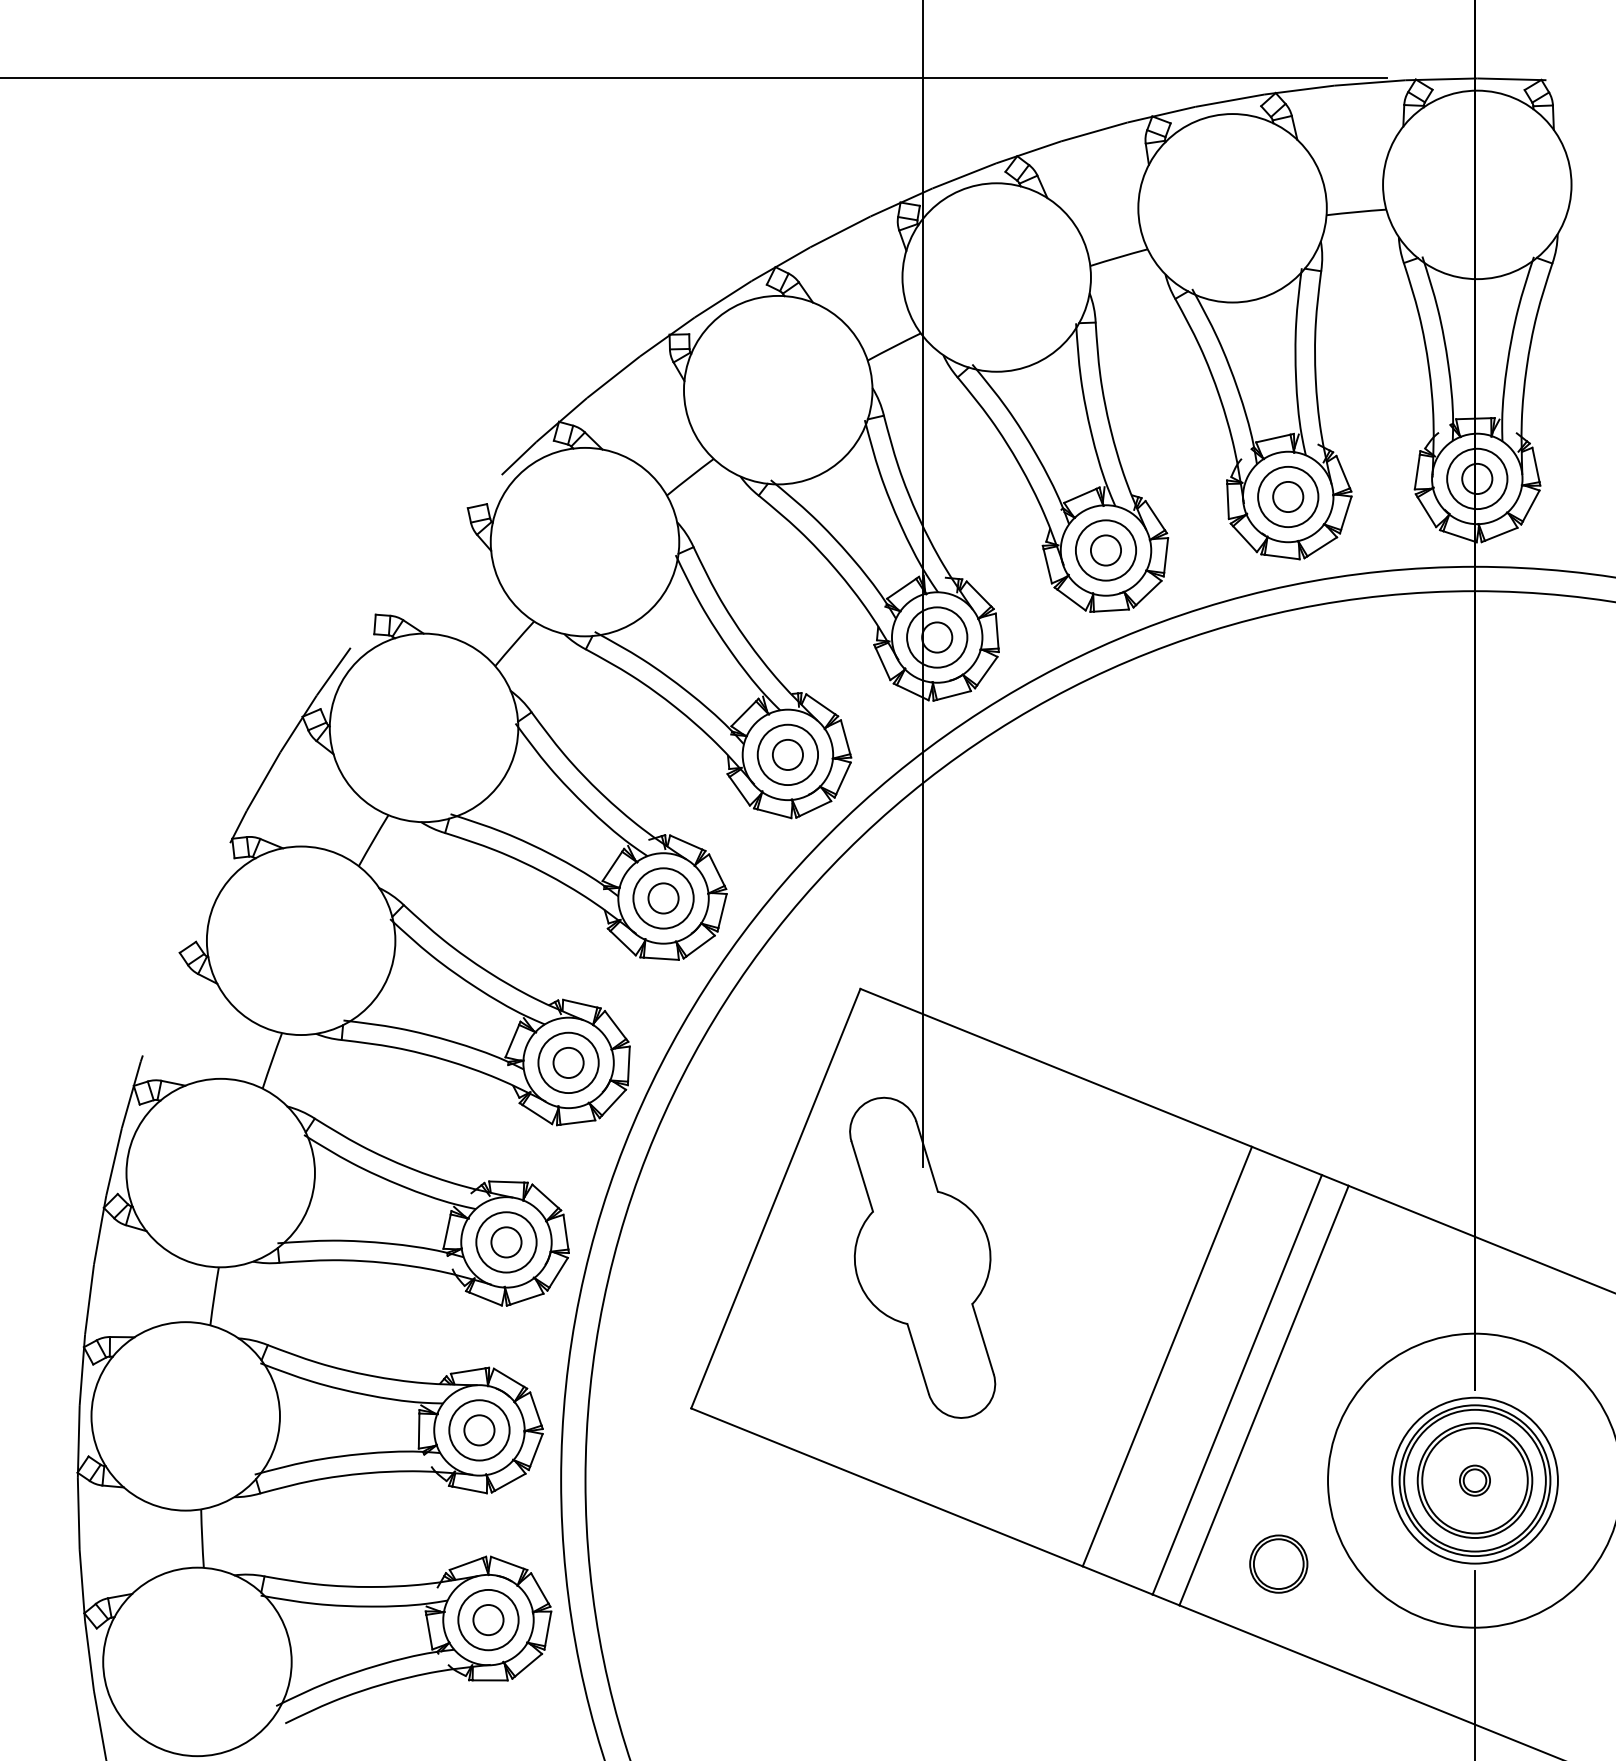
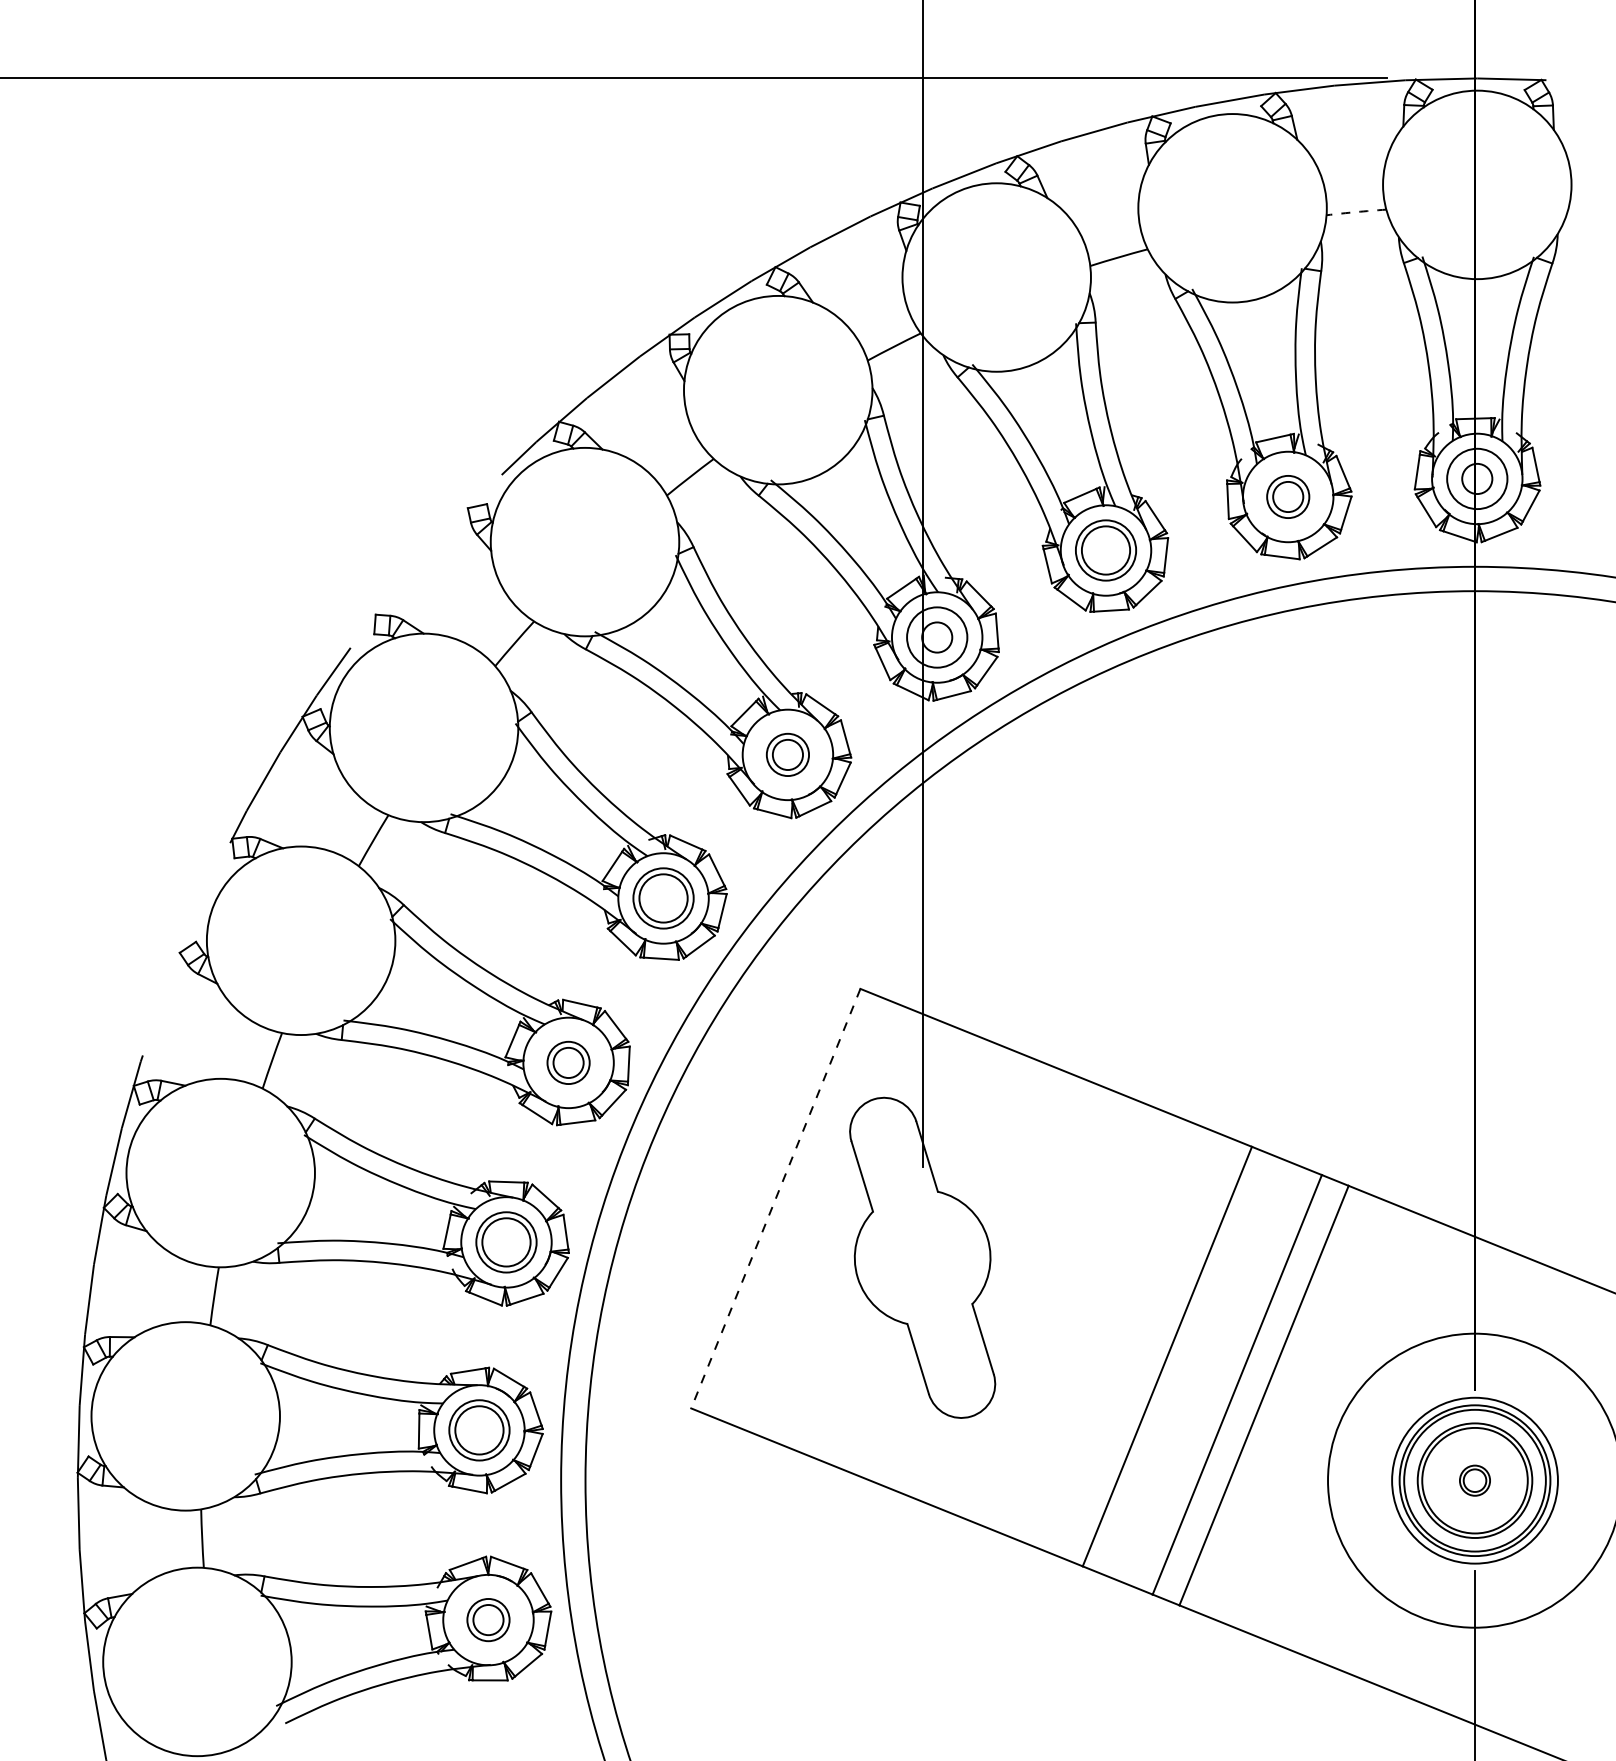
arc at (1356, 212): solid -> dashed
circle at (1288, 496) diameter: 60 px -> 42 px
circle at (1105, 550) diameter: 30 px -> 48 px
circle at (787, 754) diameter: 60 px -> 42 px
circle at (663, 898) diameter: 30 px -> 48 px
circle at (568, 1062) diameter: 60 px -> 42 px
line at (775, 1199): solid -> dashed
circle at (506, 1242) diameter: 30 px -> 48 px
circle at (479, 1430) diameter: 30 px -> 48 px
part at (1278, 1563): present -> none
circle at (488, 1619) diameter: 60 px -> 42 px
